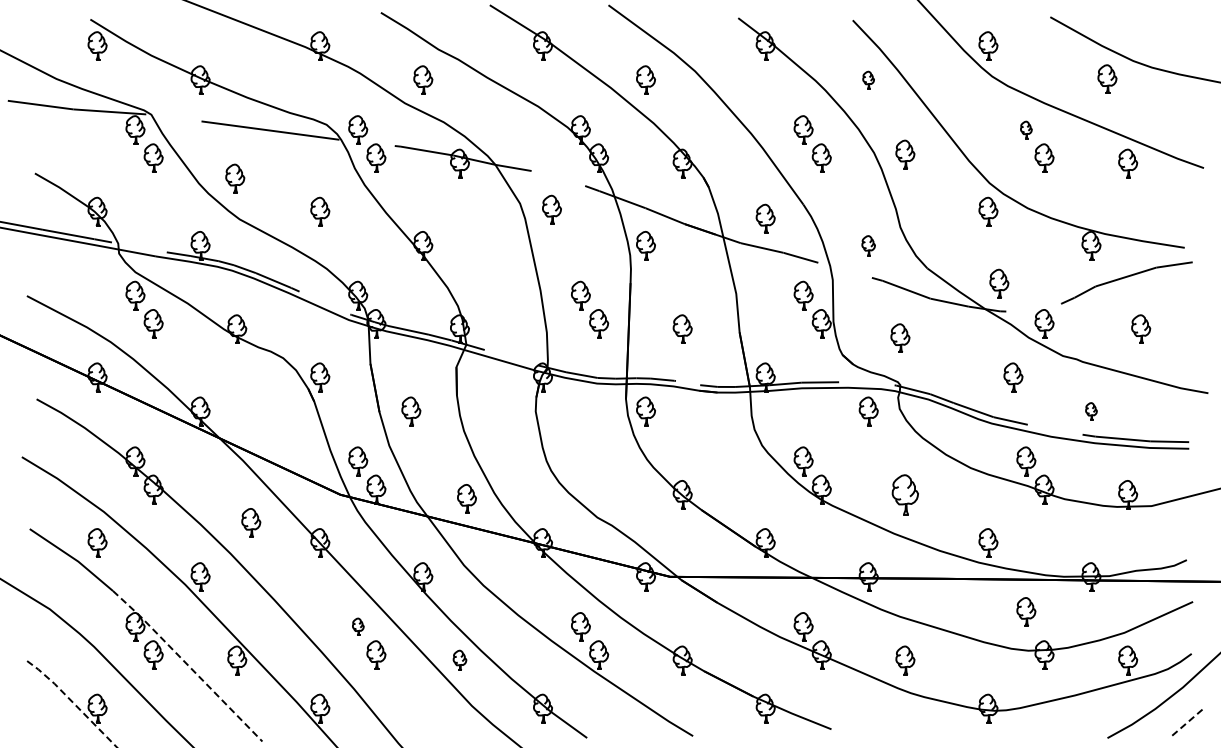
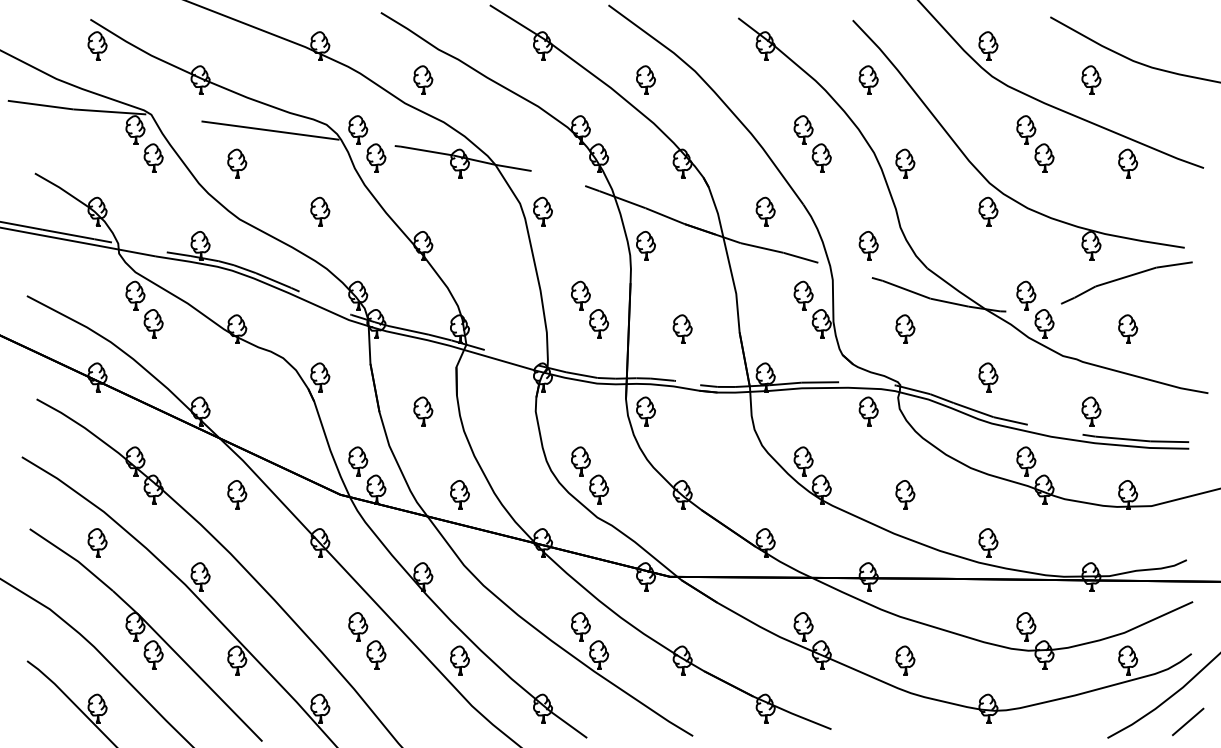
part at (1107, 78) position: (1107, 78) -> (1091, 79)
part at (868, 79) size: 13x20 px -> 21x30 px
part at (1026, 129) size: 13x20 px -> 21x30 px
part at (905, 154) position: (905, 154) -> (905, 163)
part at (235, 178) position: (235, 178) -> (237, 163)
part at (551, 209) position: (551, 209) -> (542, 211)
part at (765, 218) position: (765, 218) -> (765, 211)
part at (868, 245) size: 15x22 px -> 21x30 px
part at (999, 283) position: (999, 283) -> (1026, 295)
part at (1141, 328) position: (1141, 328) -> (1128, 328)
part at (900, 337) position: (900, 337) -> (905, 328)
part at (1013, 377) position: (1013, 377) -> (988, 377)
part at (411, 411) position: (411, 411) -> (423, 411)
part at (1091, 411) size: 13x19 px -> 21x31 px
part at (590, 475): none -> present
part at (904, 494) size: 28x42 px -> 21x30 px
part at (466, 498) position: (466, 498) -> (459, 494)
part at (251, 522) position: (251, 522) -> (237, 494)
part at (1026, 611) position: (1026, 611) -> (1026, 626)
part at (358, 626) size: 13x19 px -> 21x30 px
part at (459, 659) size: 16x22 px -> 20x31 px
line at (187, 665): dashed -> solid
line at (72, 702): dashed -> solid
line at (1188, 721): dashed -> solid
